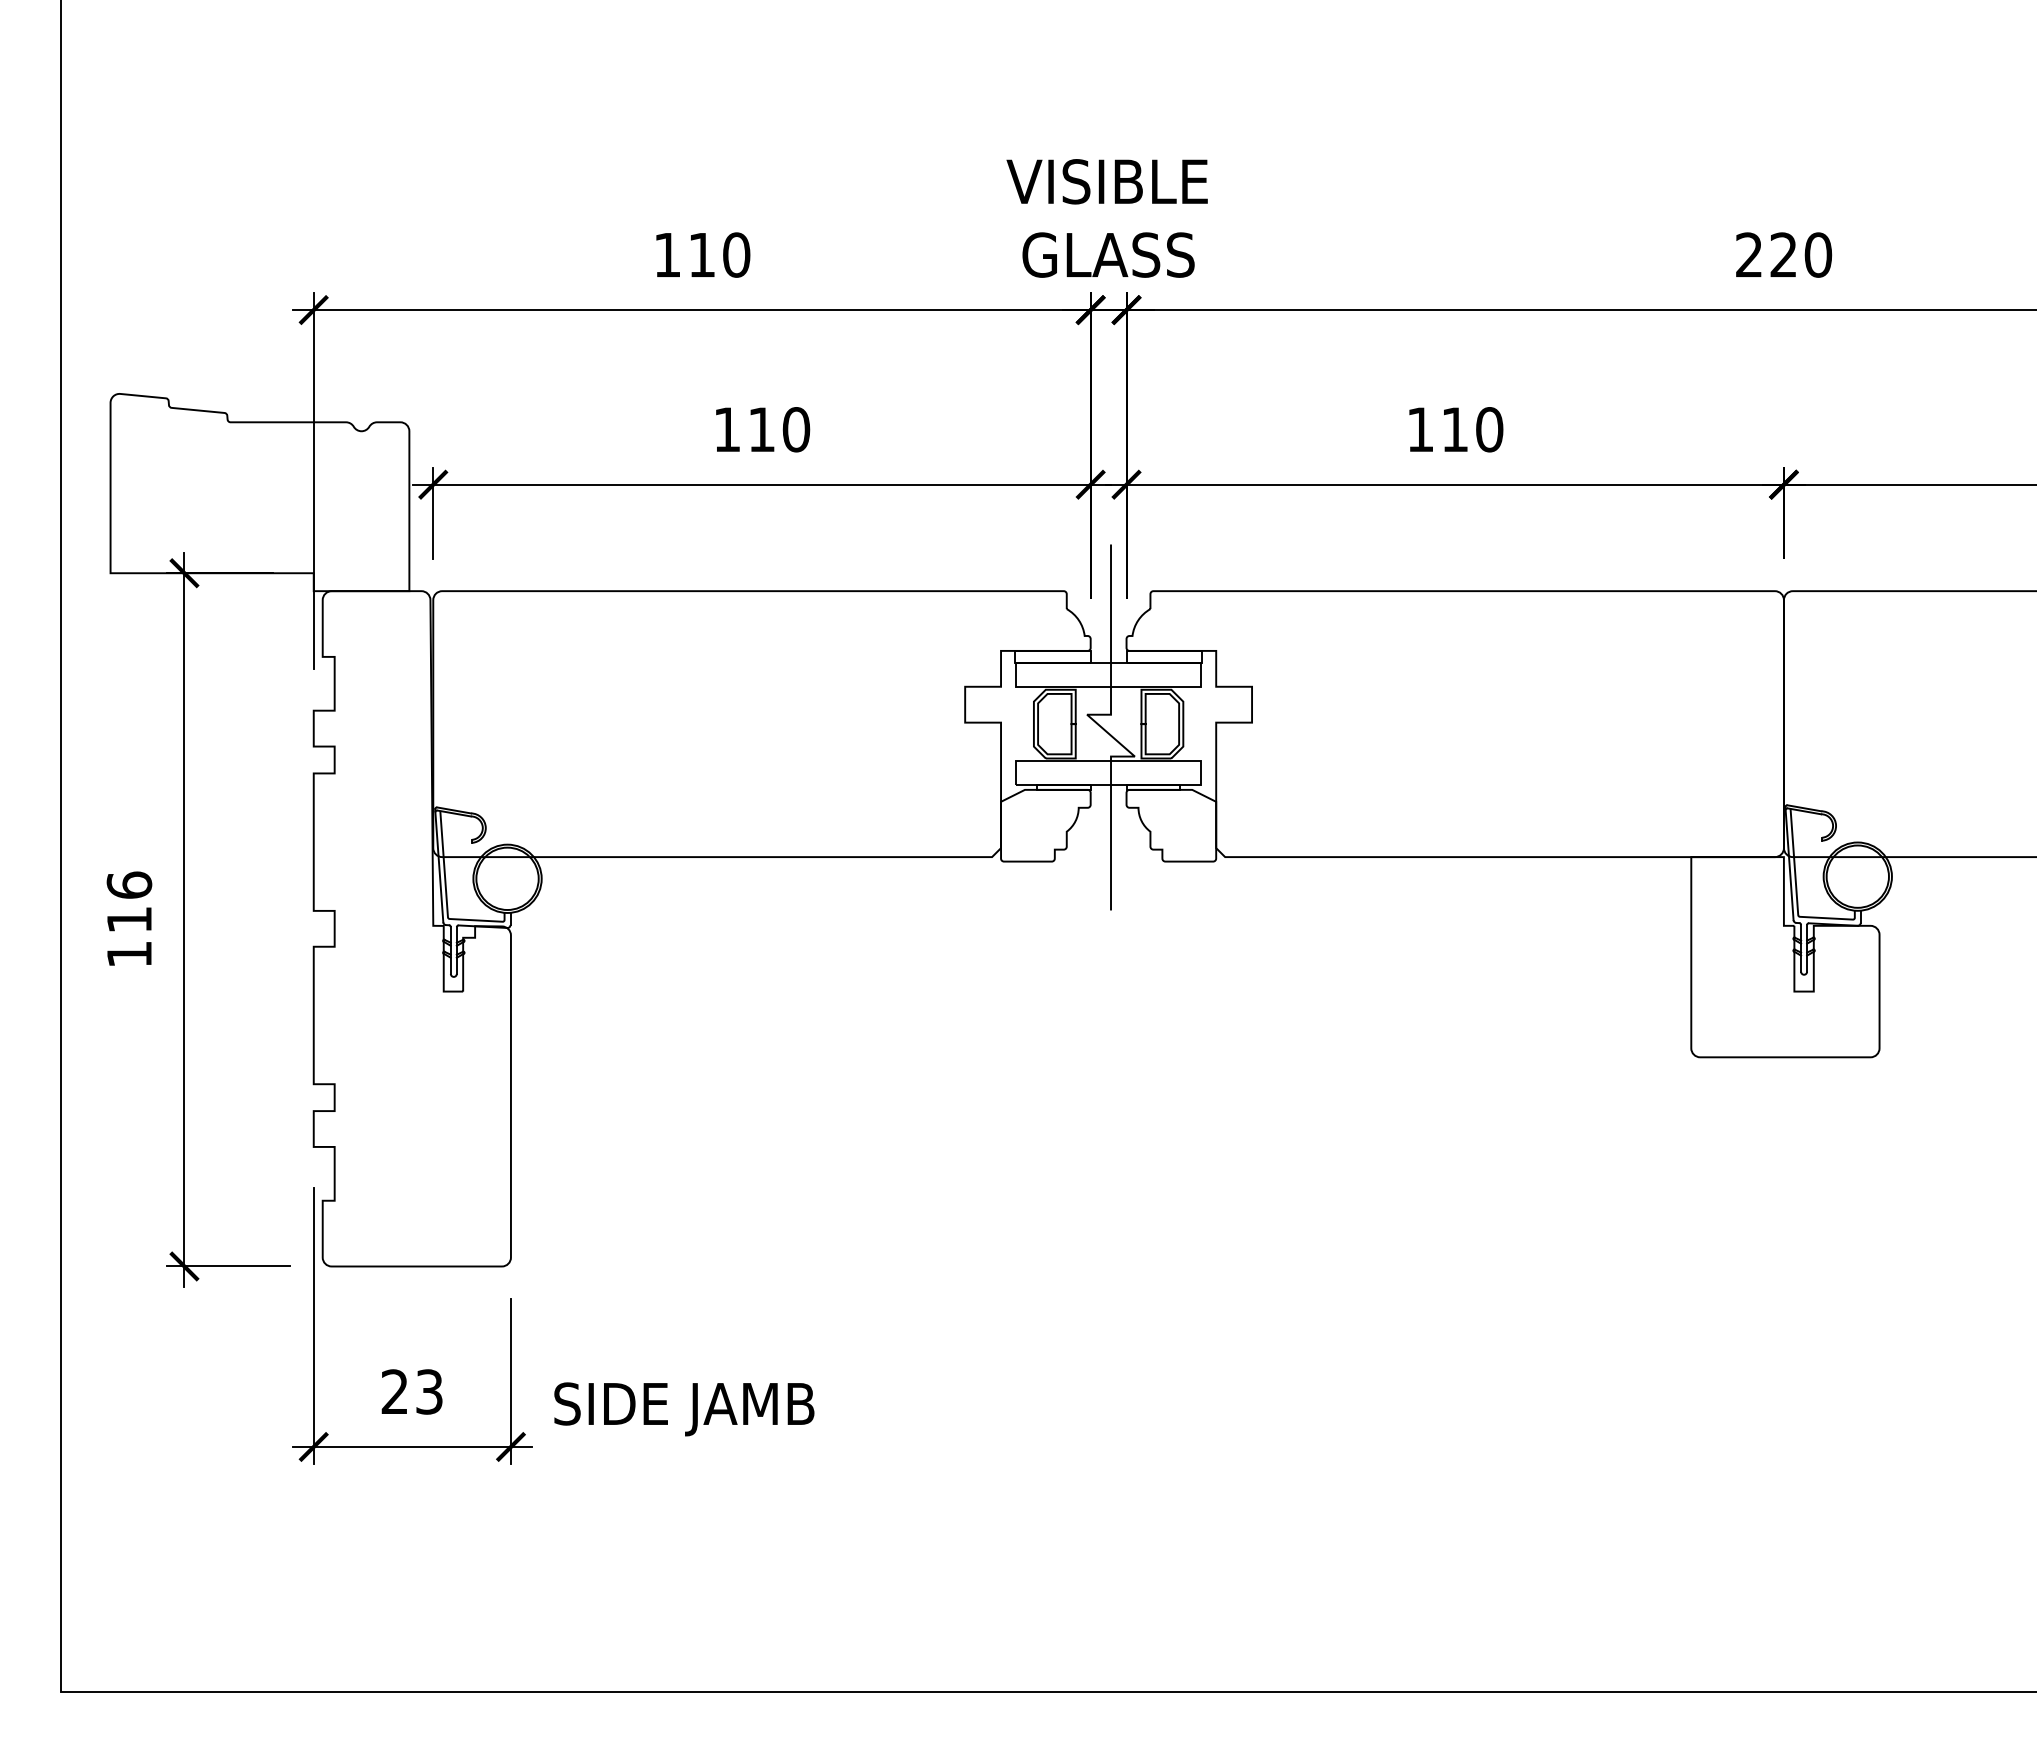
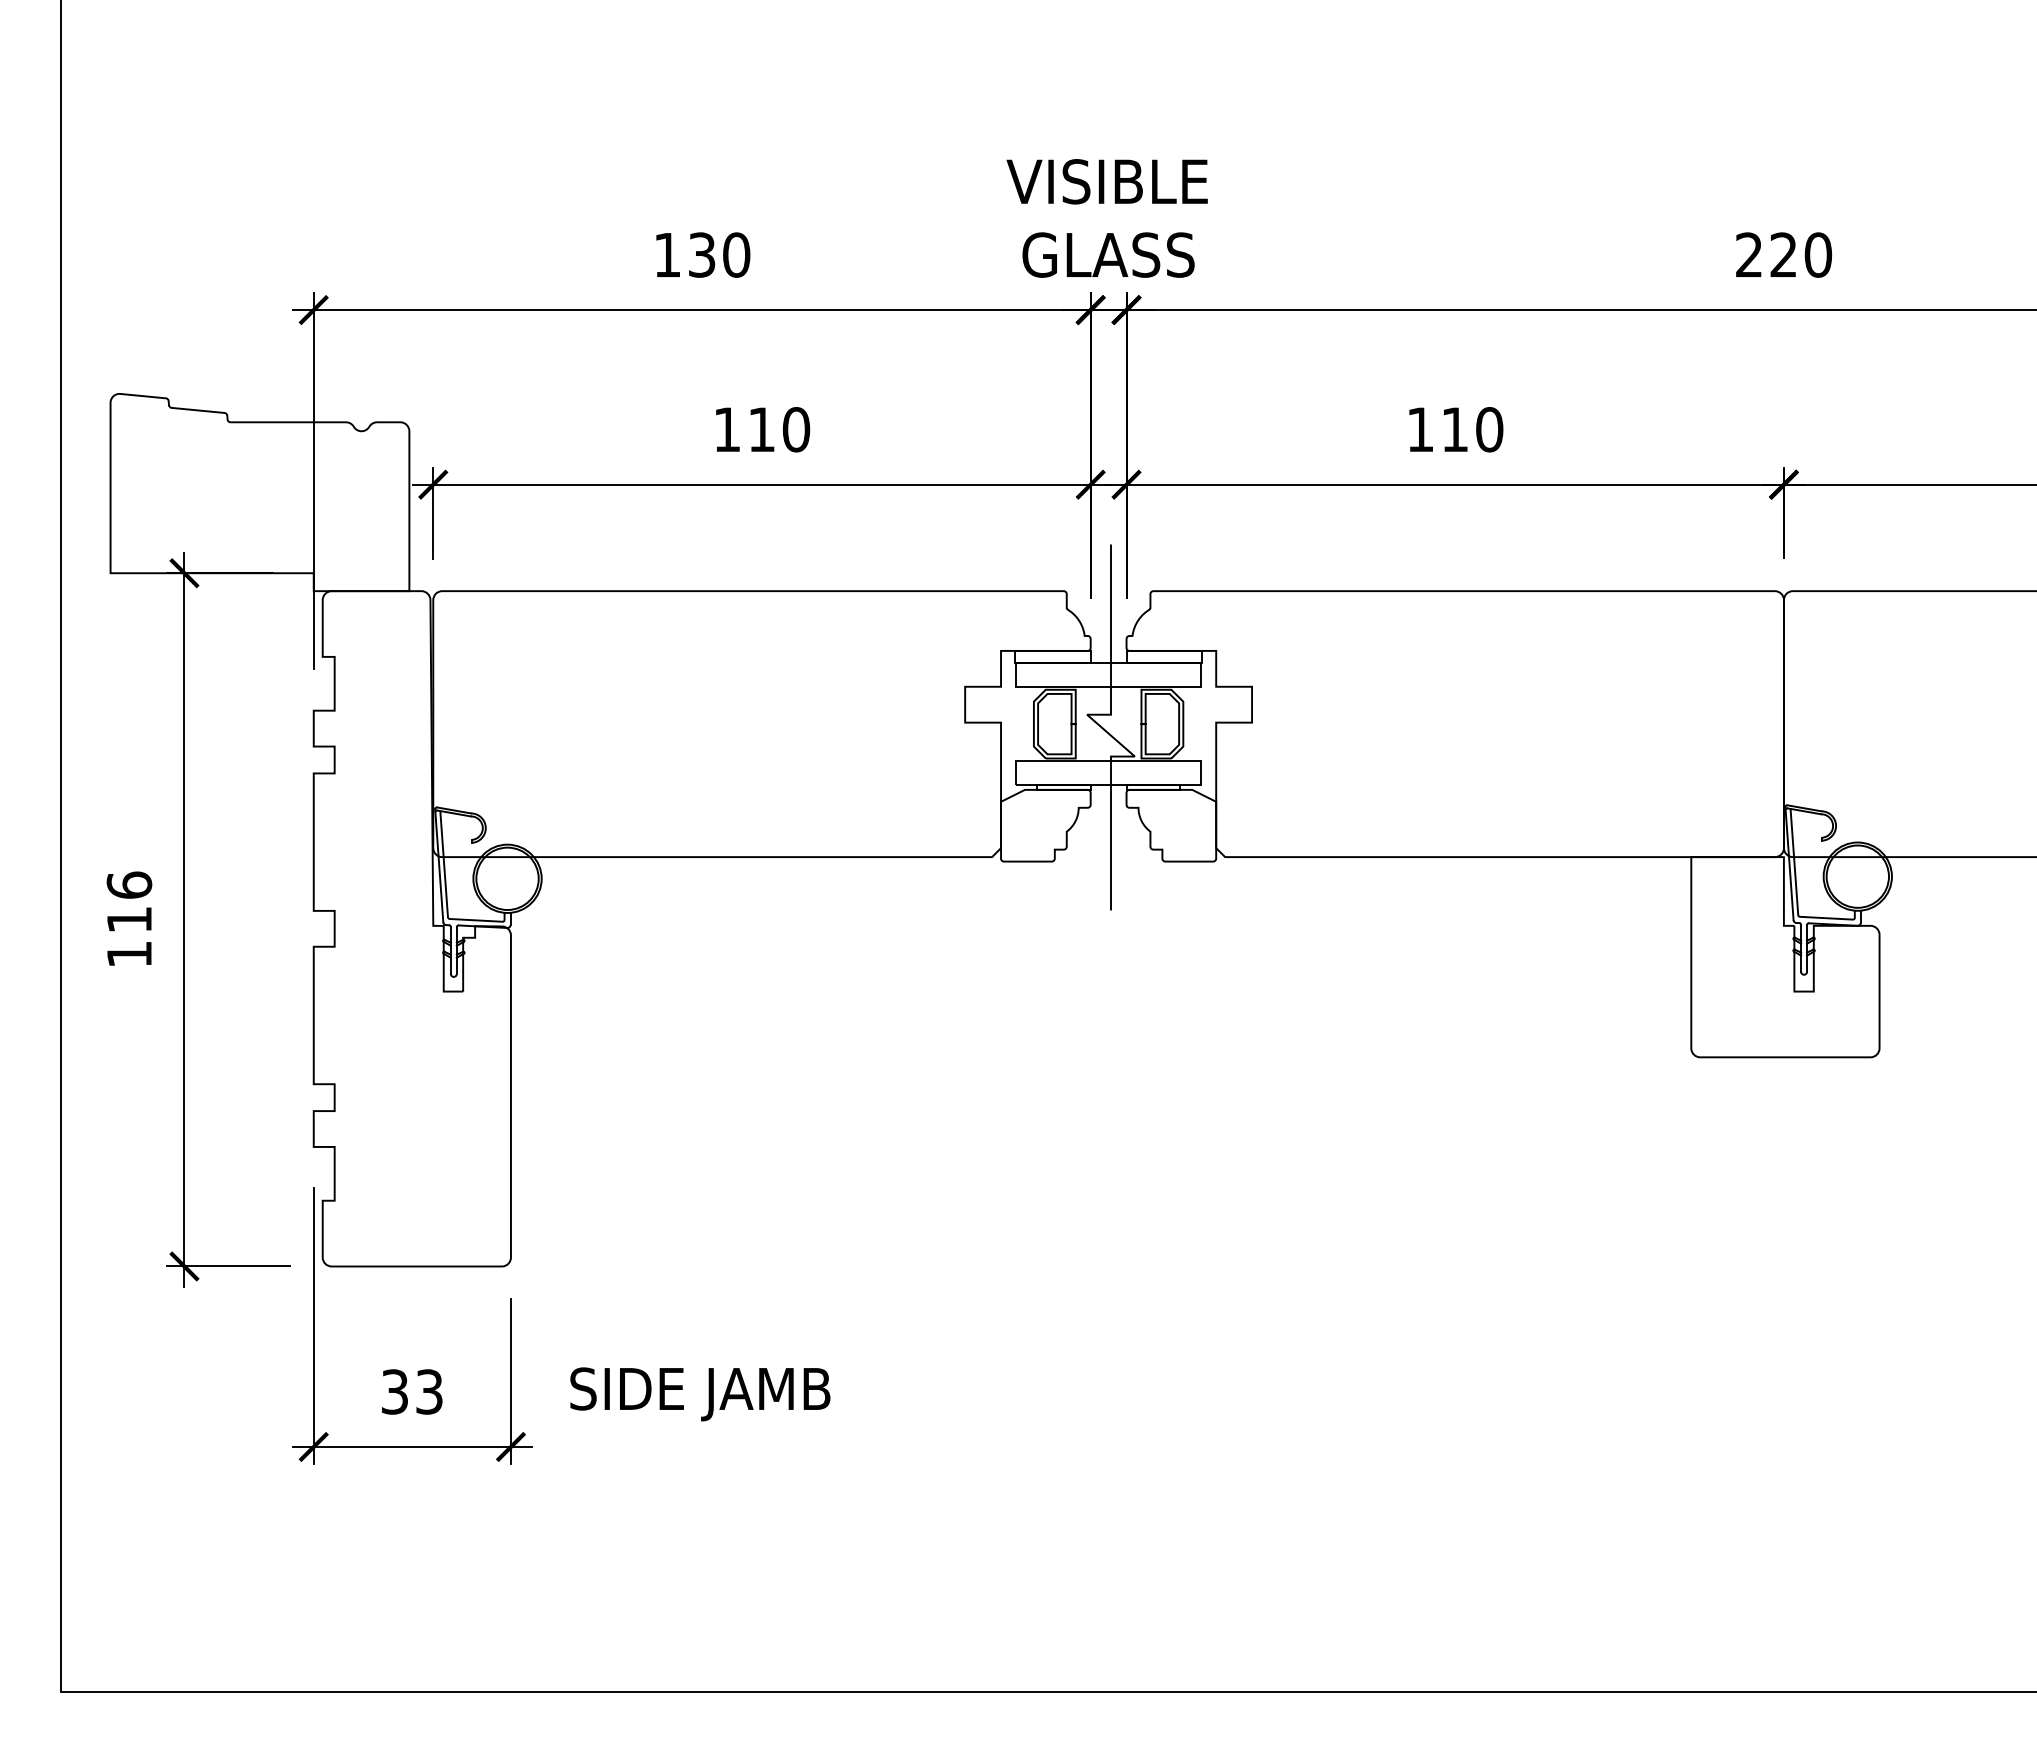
text at (702, 254): 110 -> 130
text at (394, 1391): 23 -> 33
text at (684, 1409) position: (684, 1409) -> (700, 1394)
